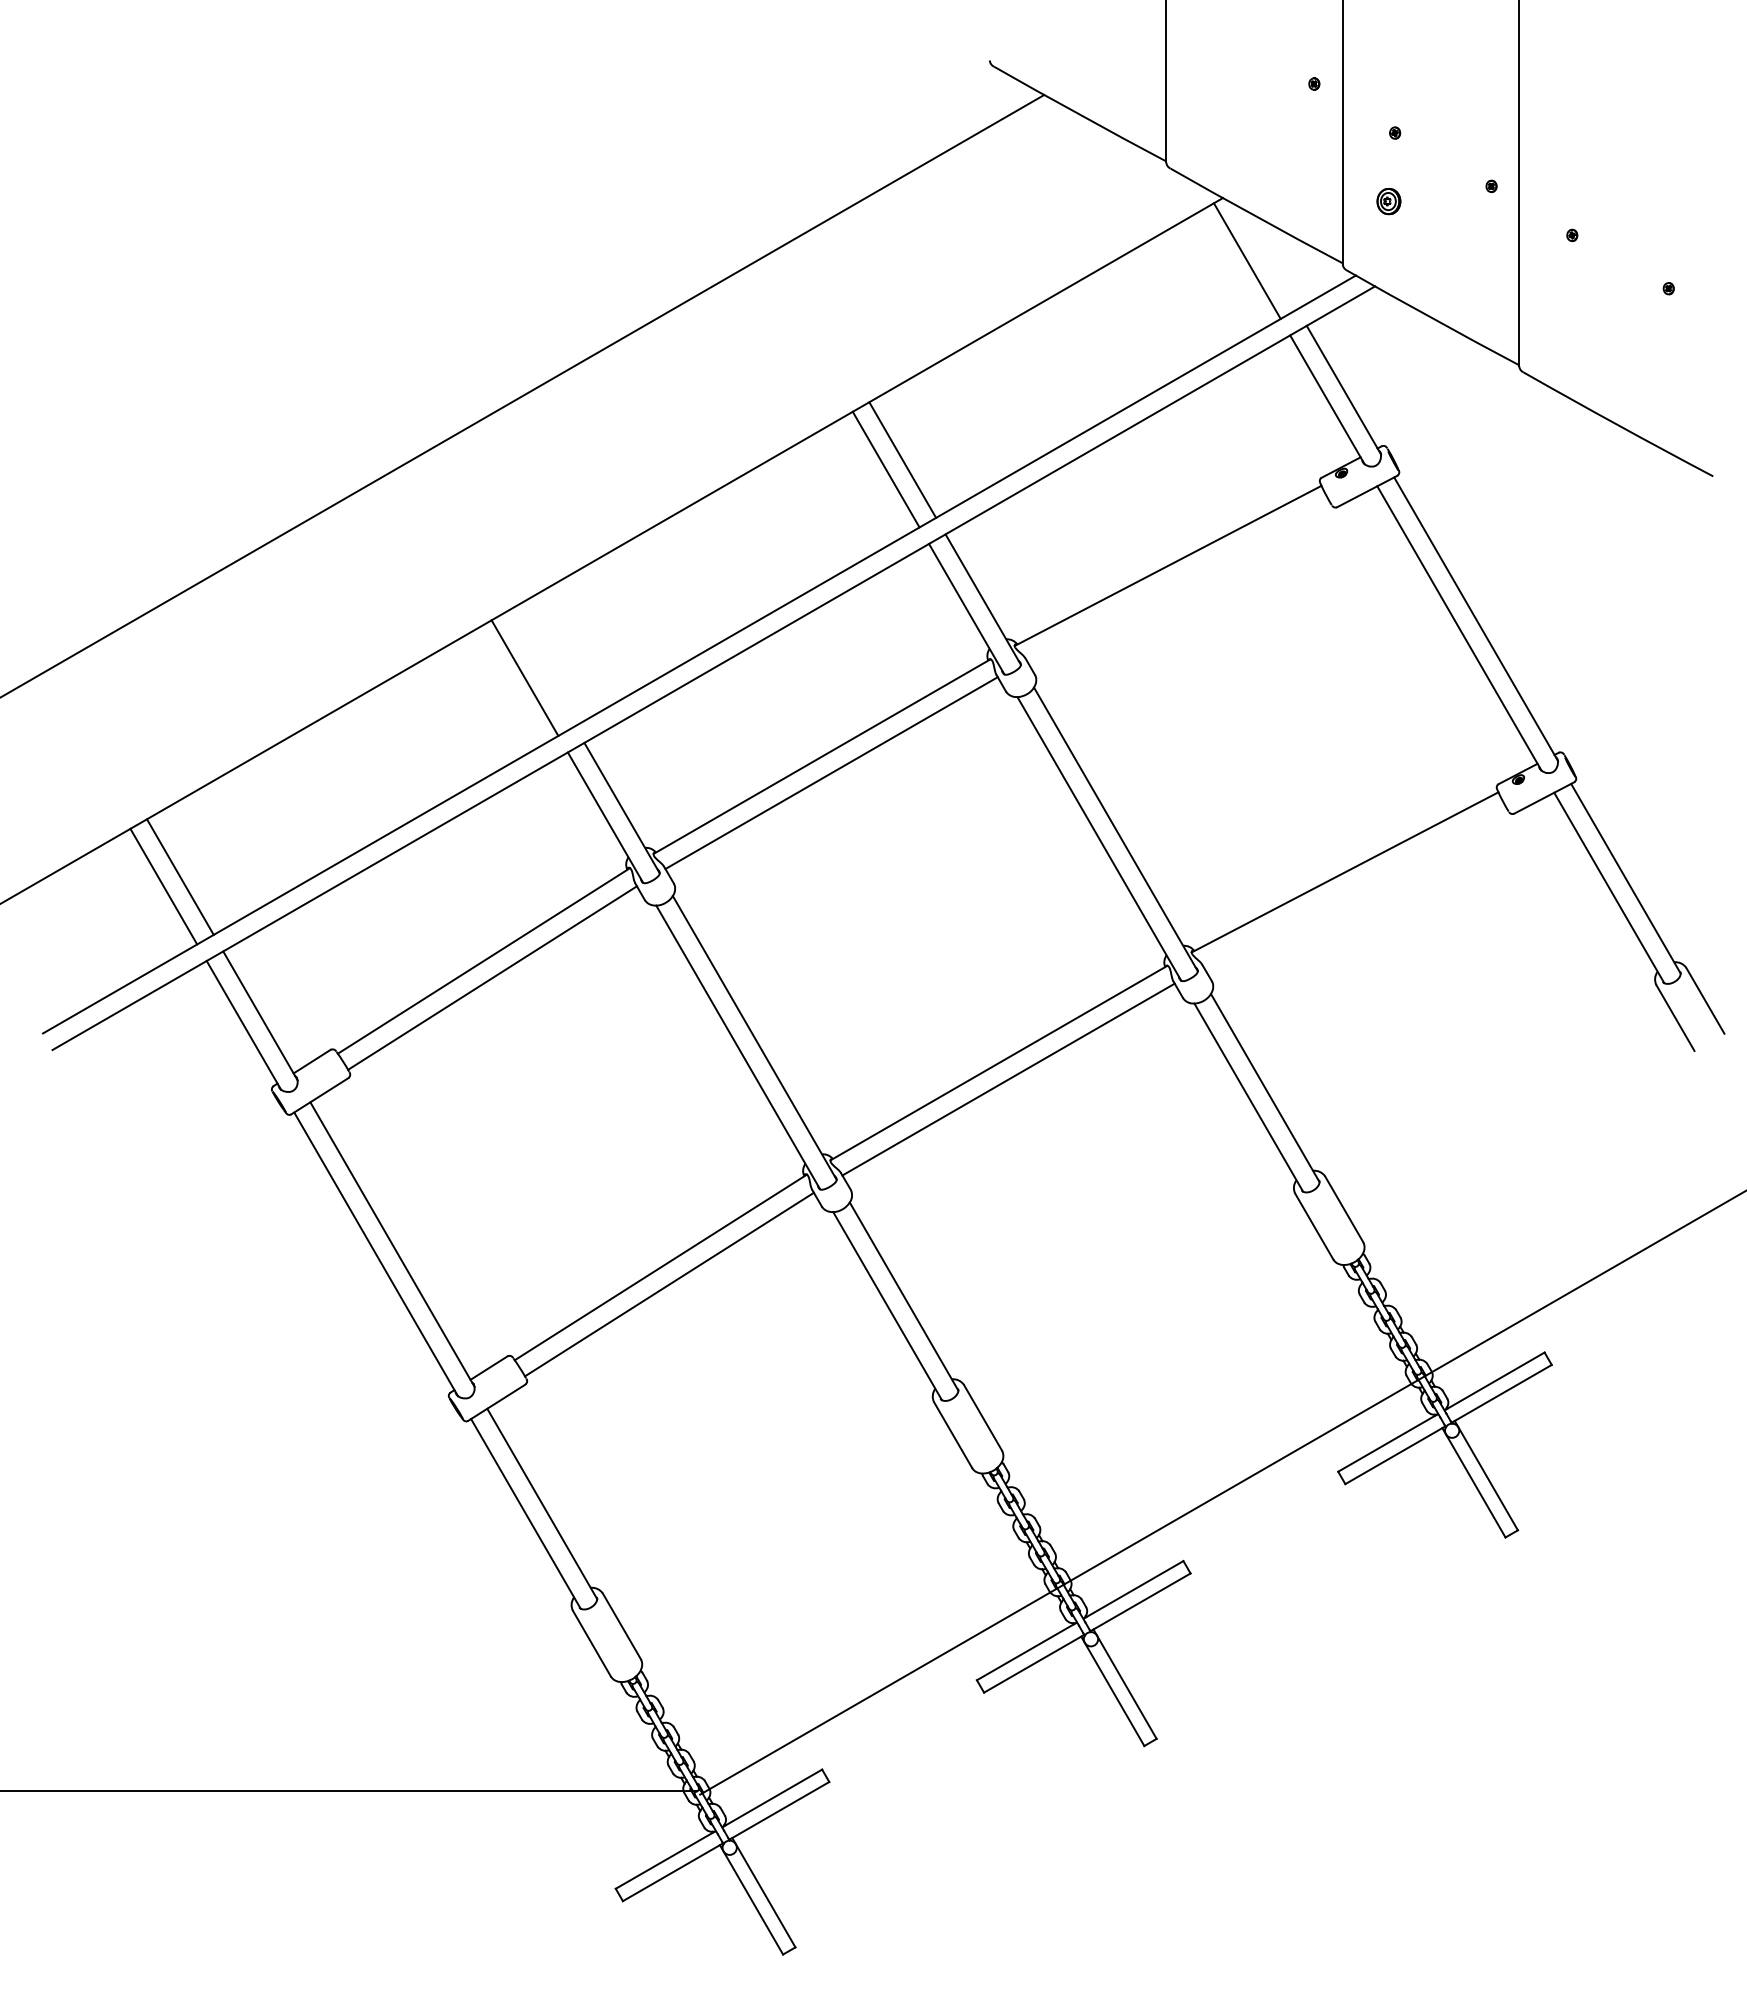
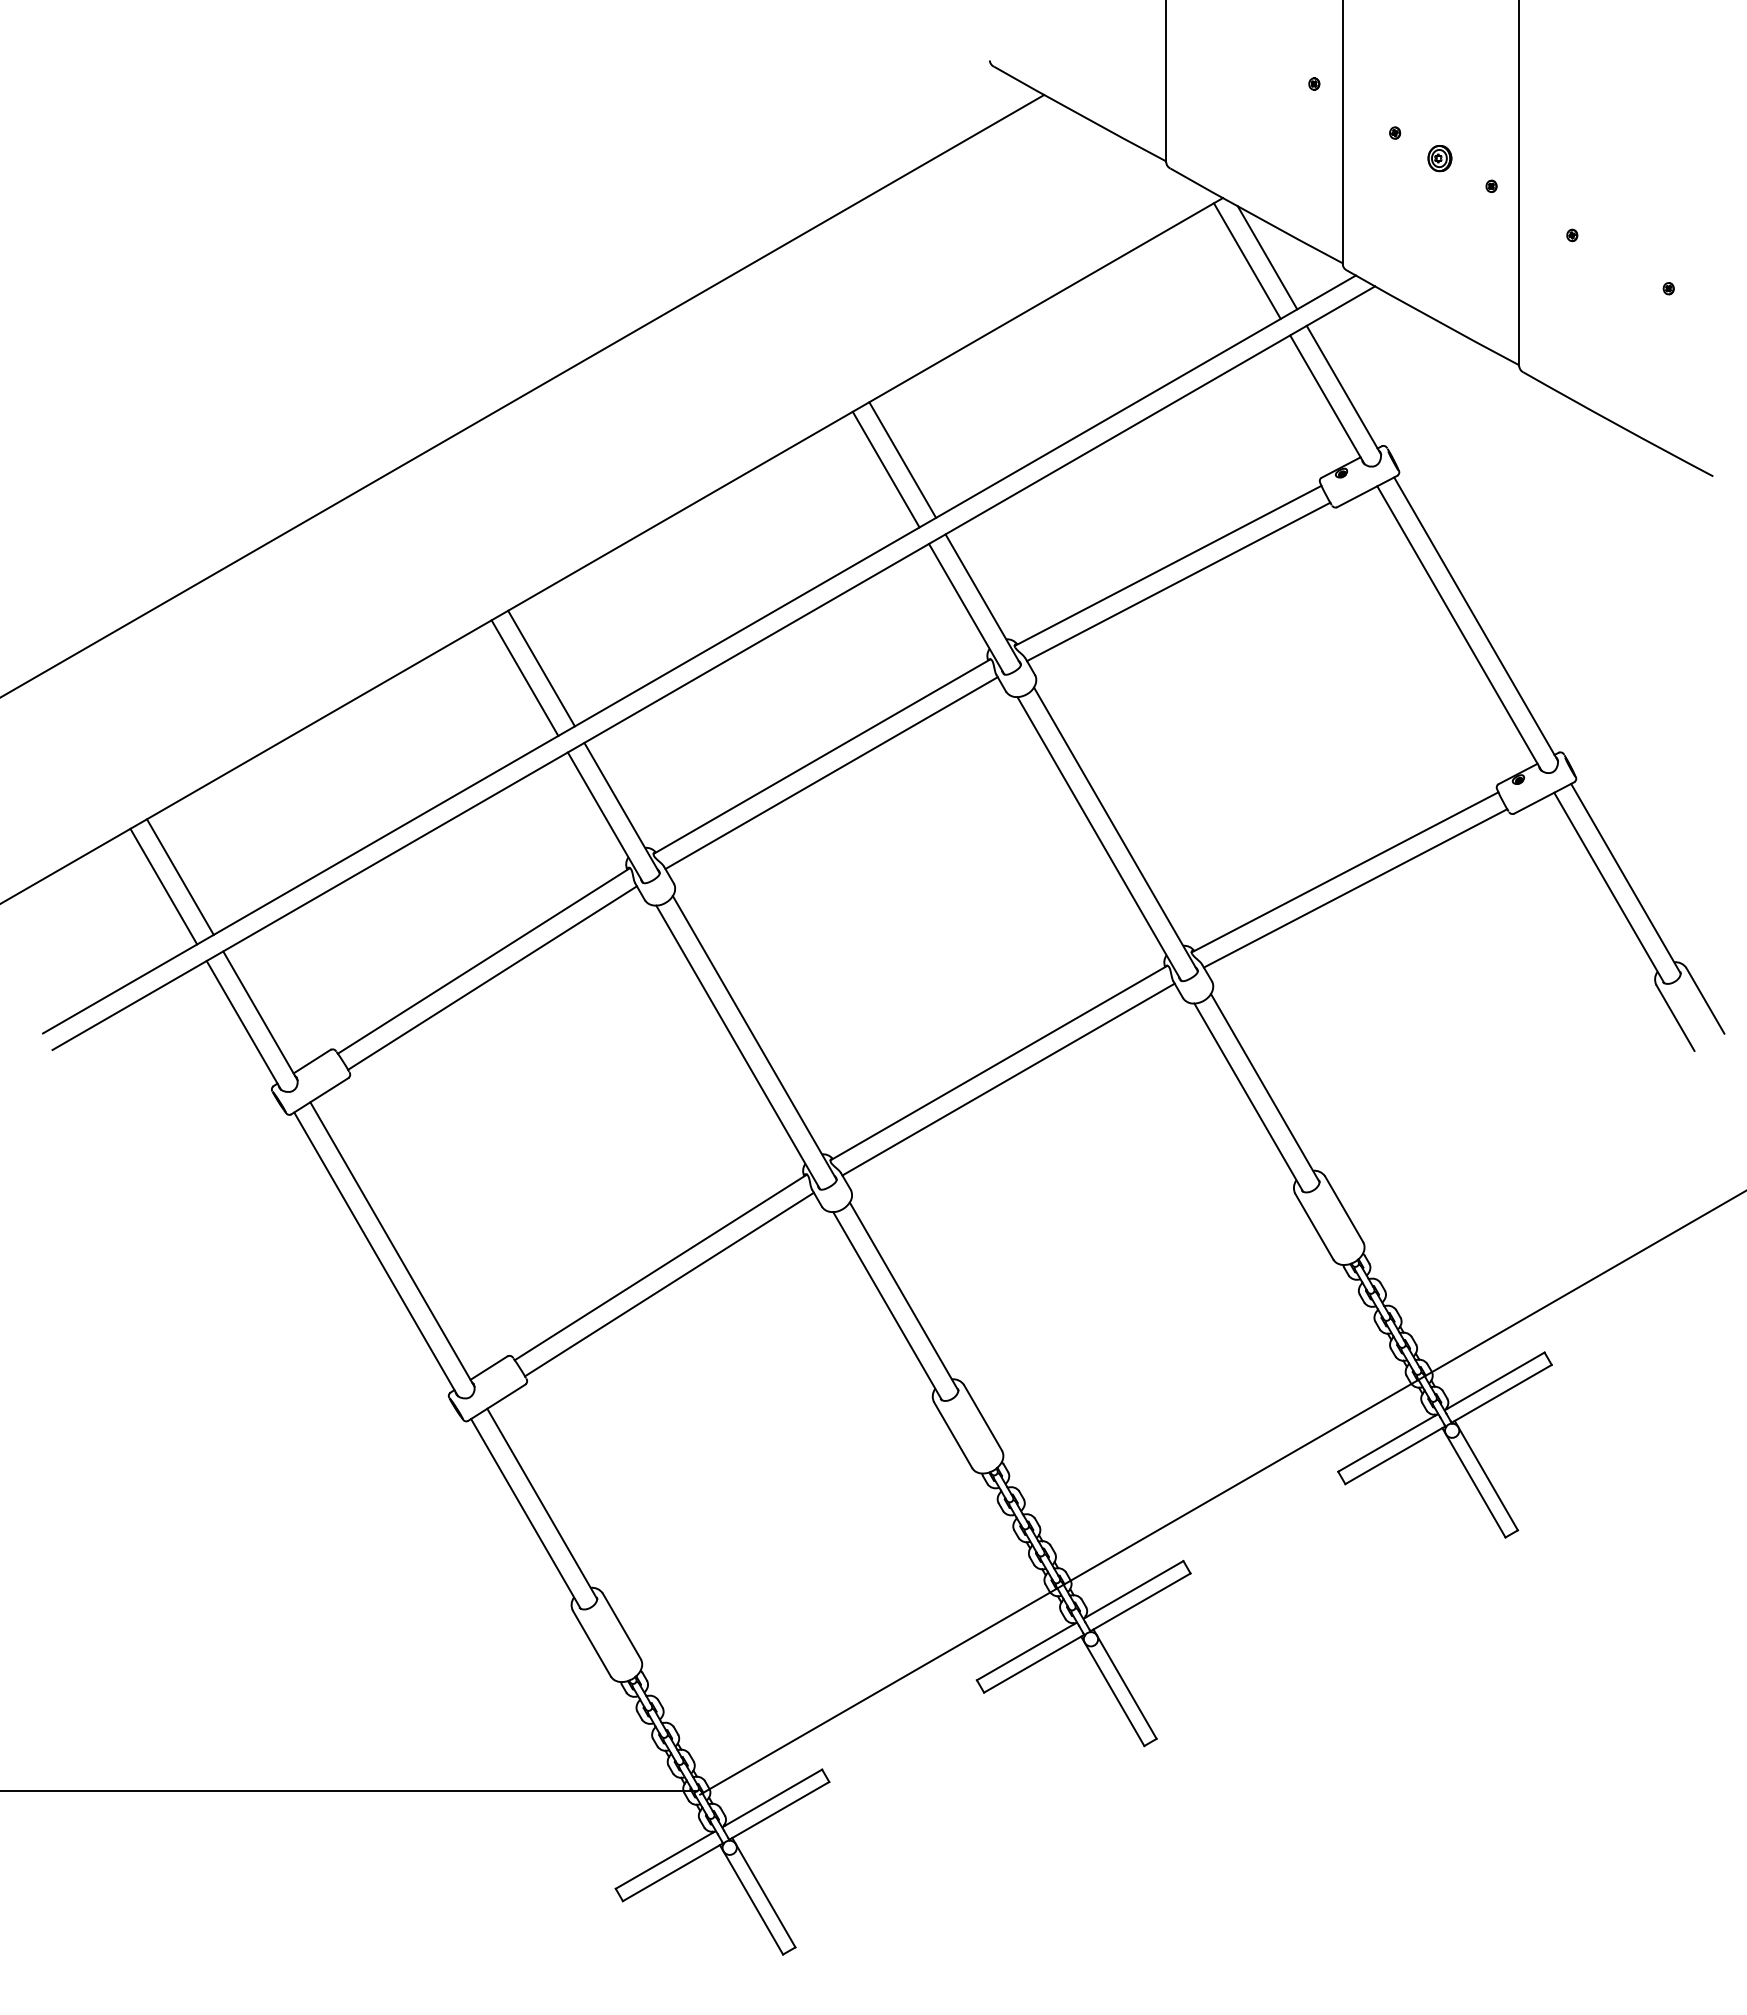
part at (1388, 201) position: (1388, 201) -> (1439, 158)
line at (1267, 257): none -> present
line at (1178, 581): none -> present
line at (541, 668): none -> present
line at (1355, 888): none -> present
